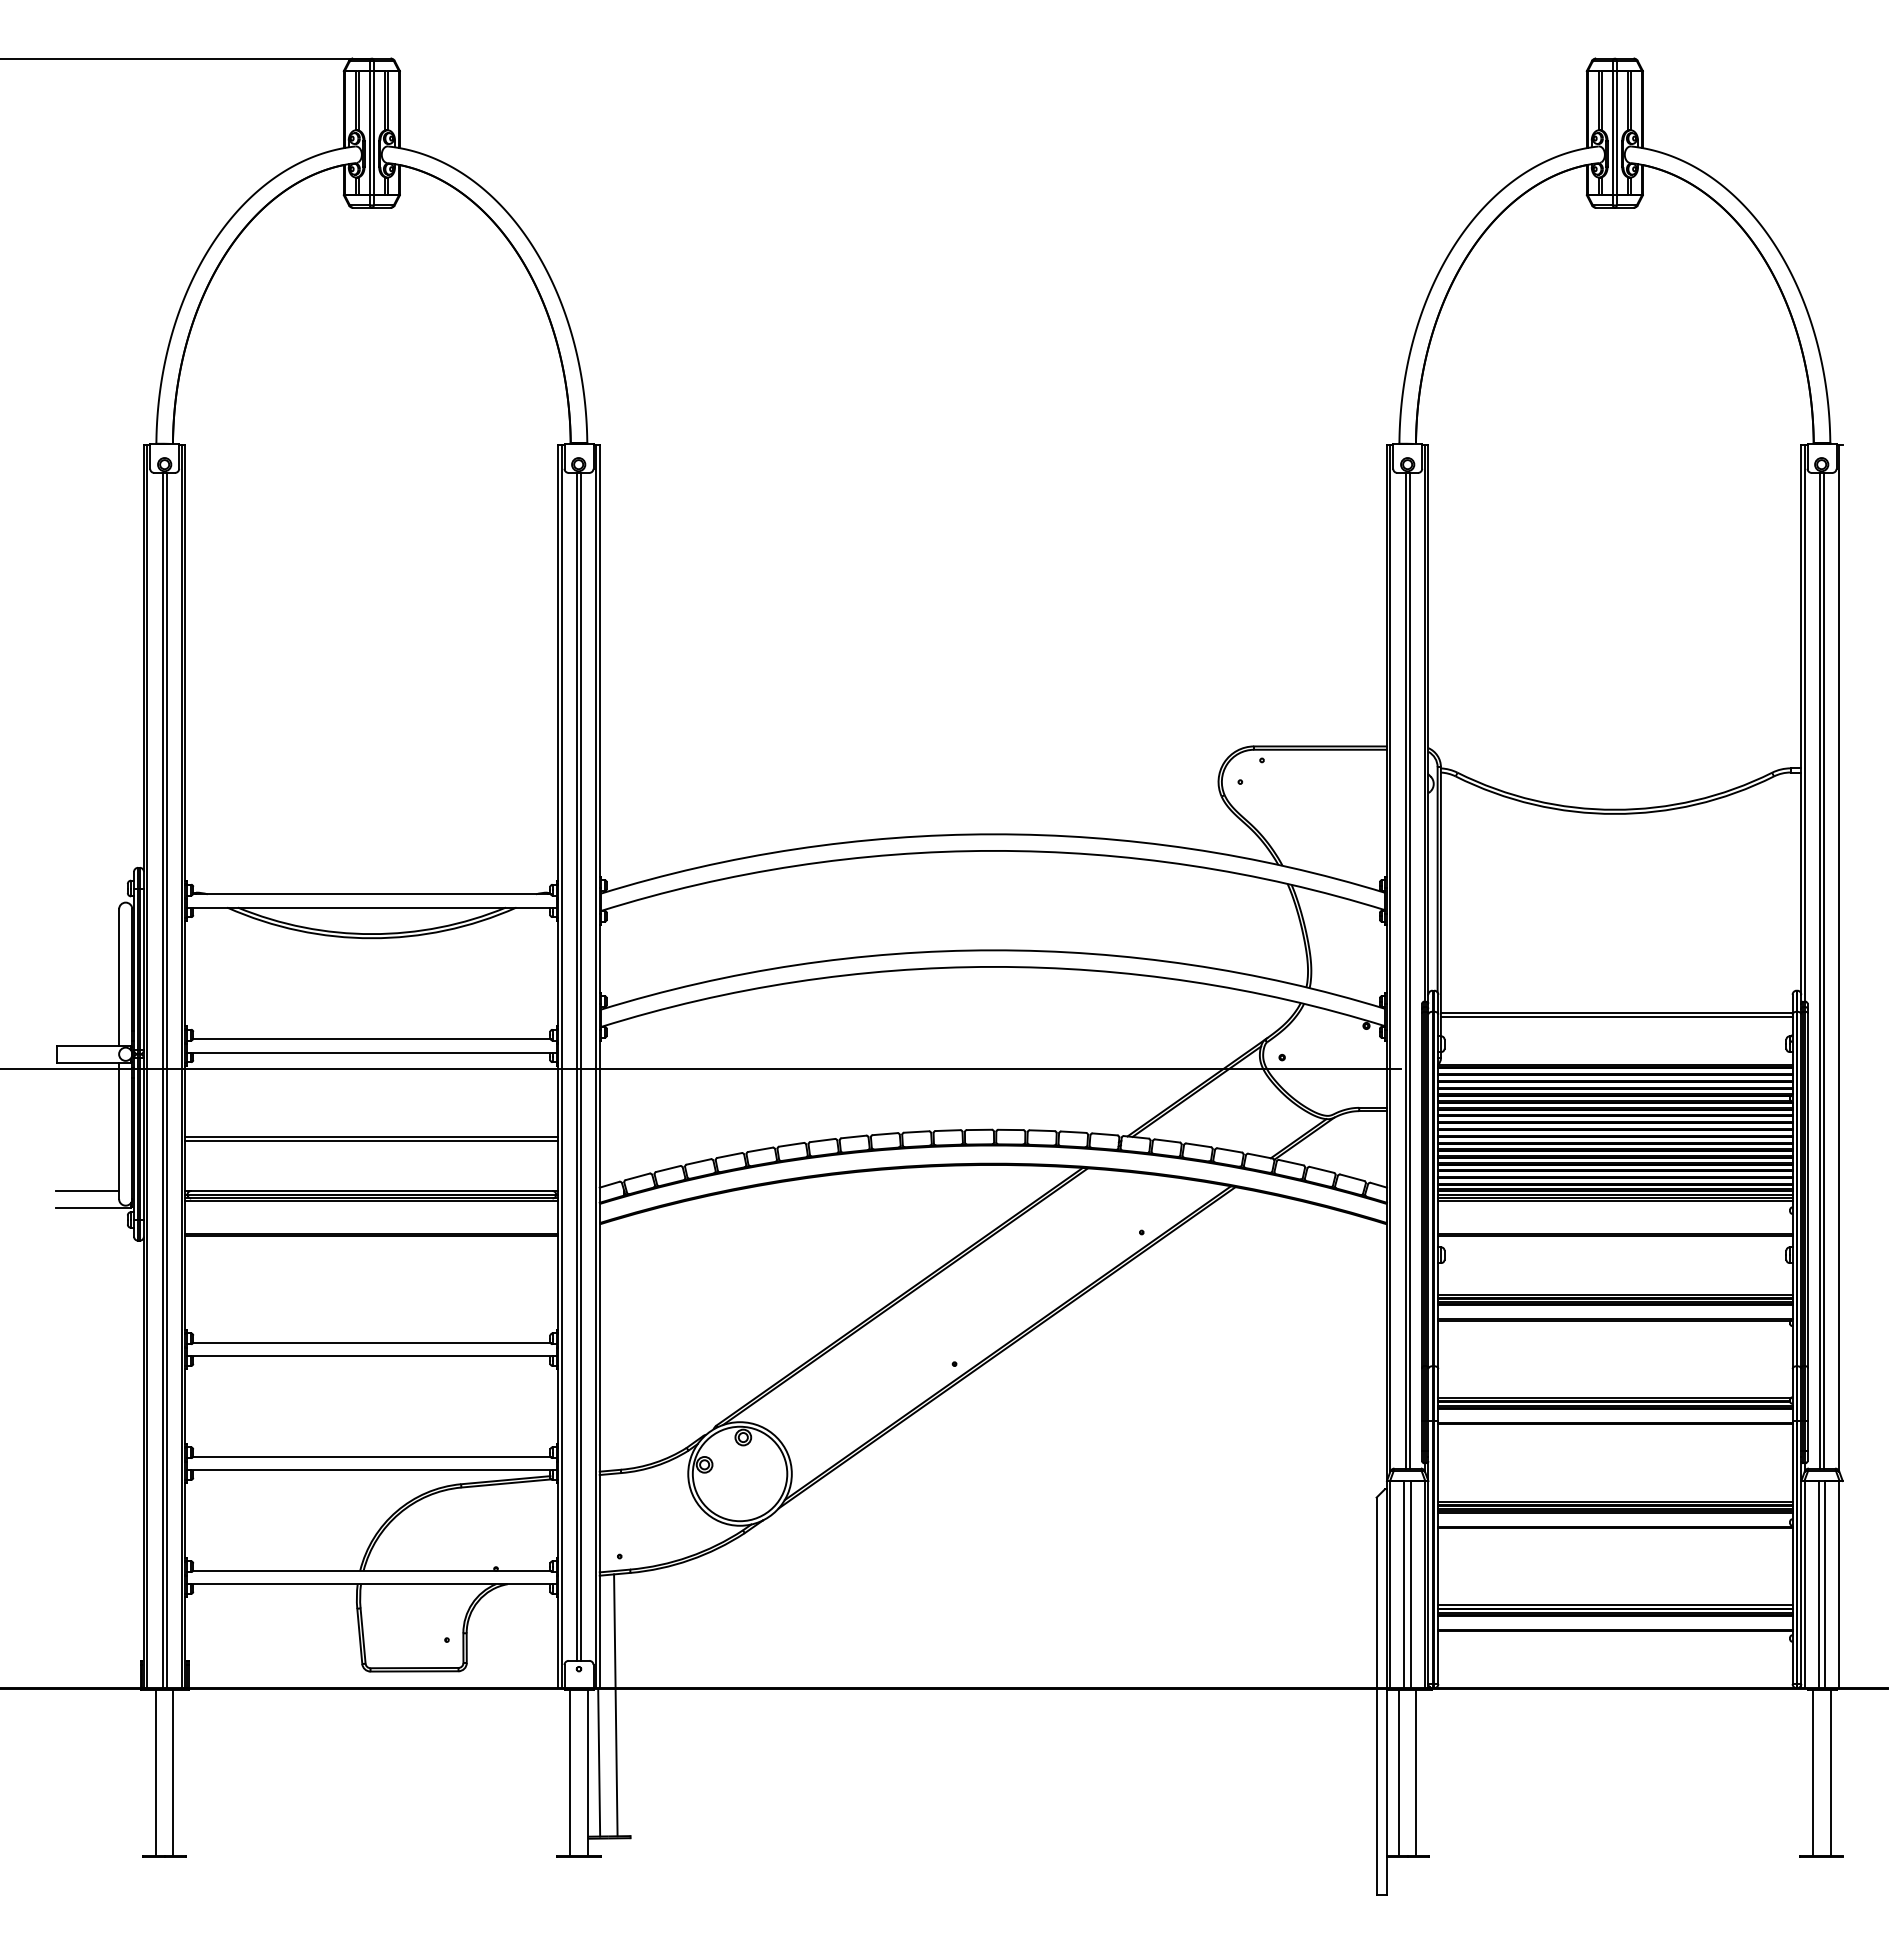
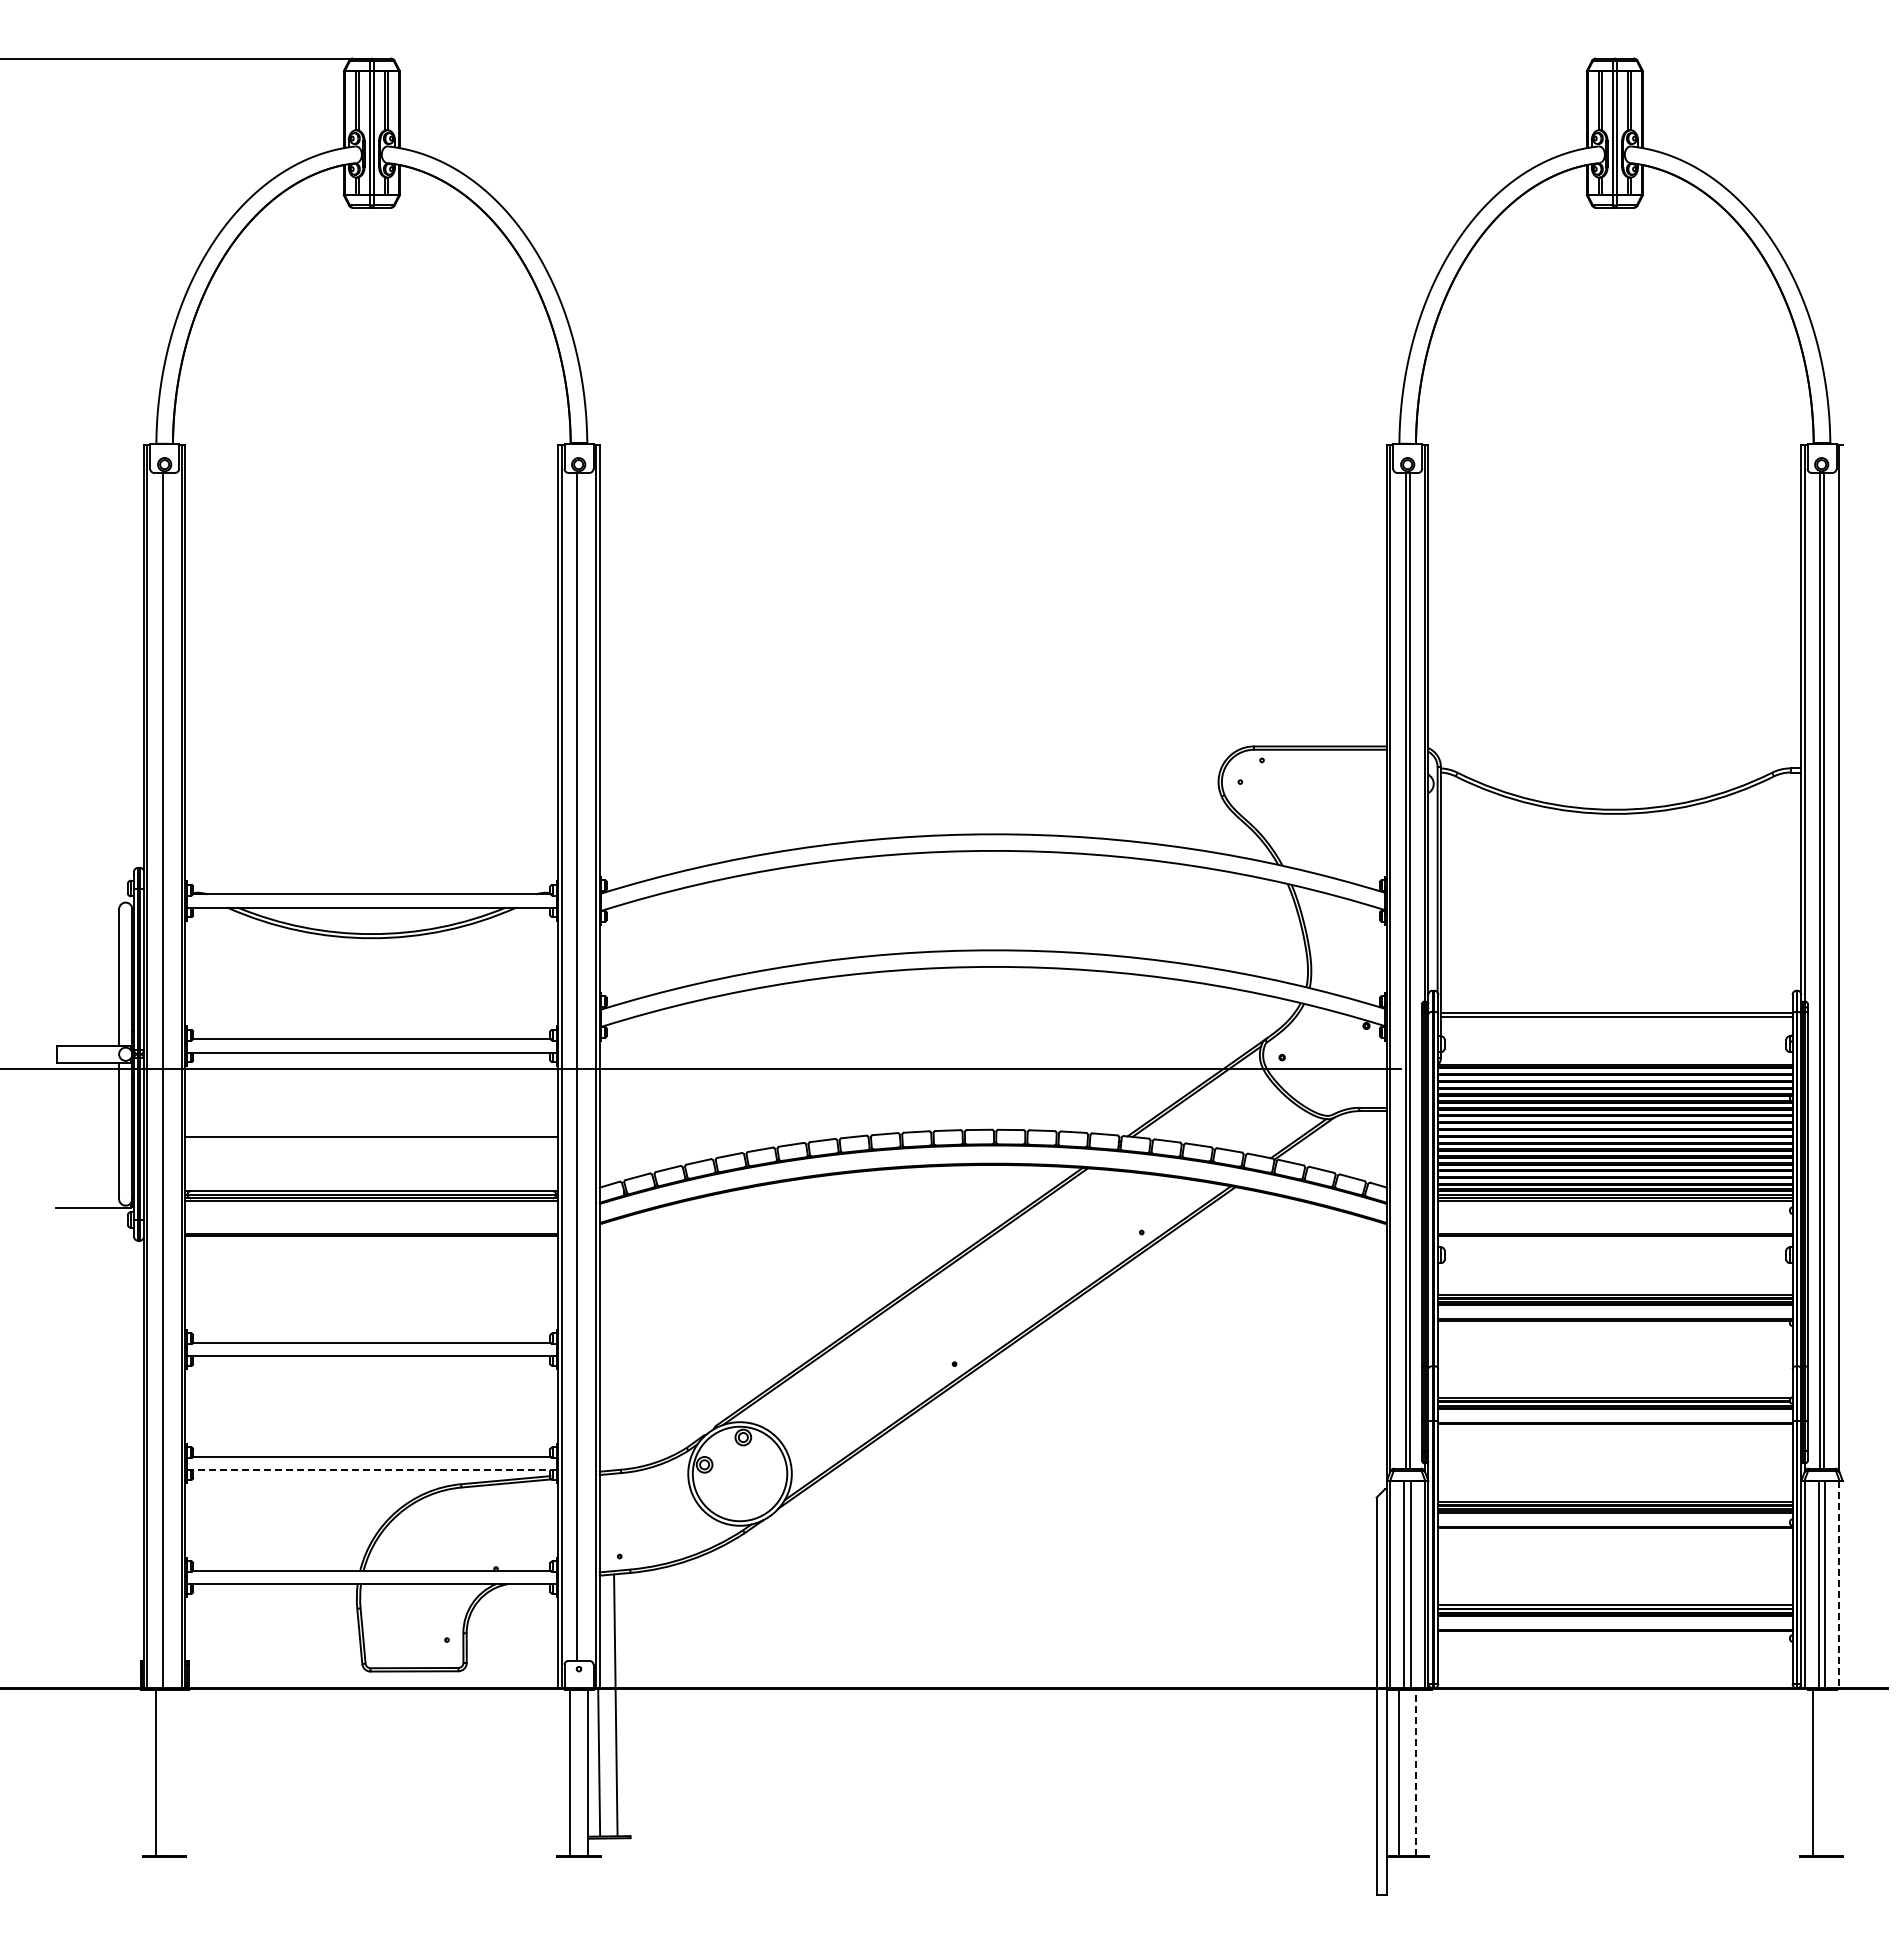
line at (581, 1066): present -> none
line at (166, 1080): present -> none
line at (371, 1141): present -> none
line at (87, 1190): present -> none
line at (371, 1470): solid -> dashed
line at (1839, 1584): solid -> dashed
line at (173, 1772): present -> none
line at (1416, 1772): solid -> dashed
line at (1830, 1772): present -> none
